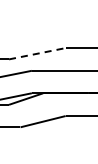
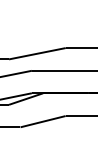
line at (37, 53): dashed -> solid
